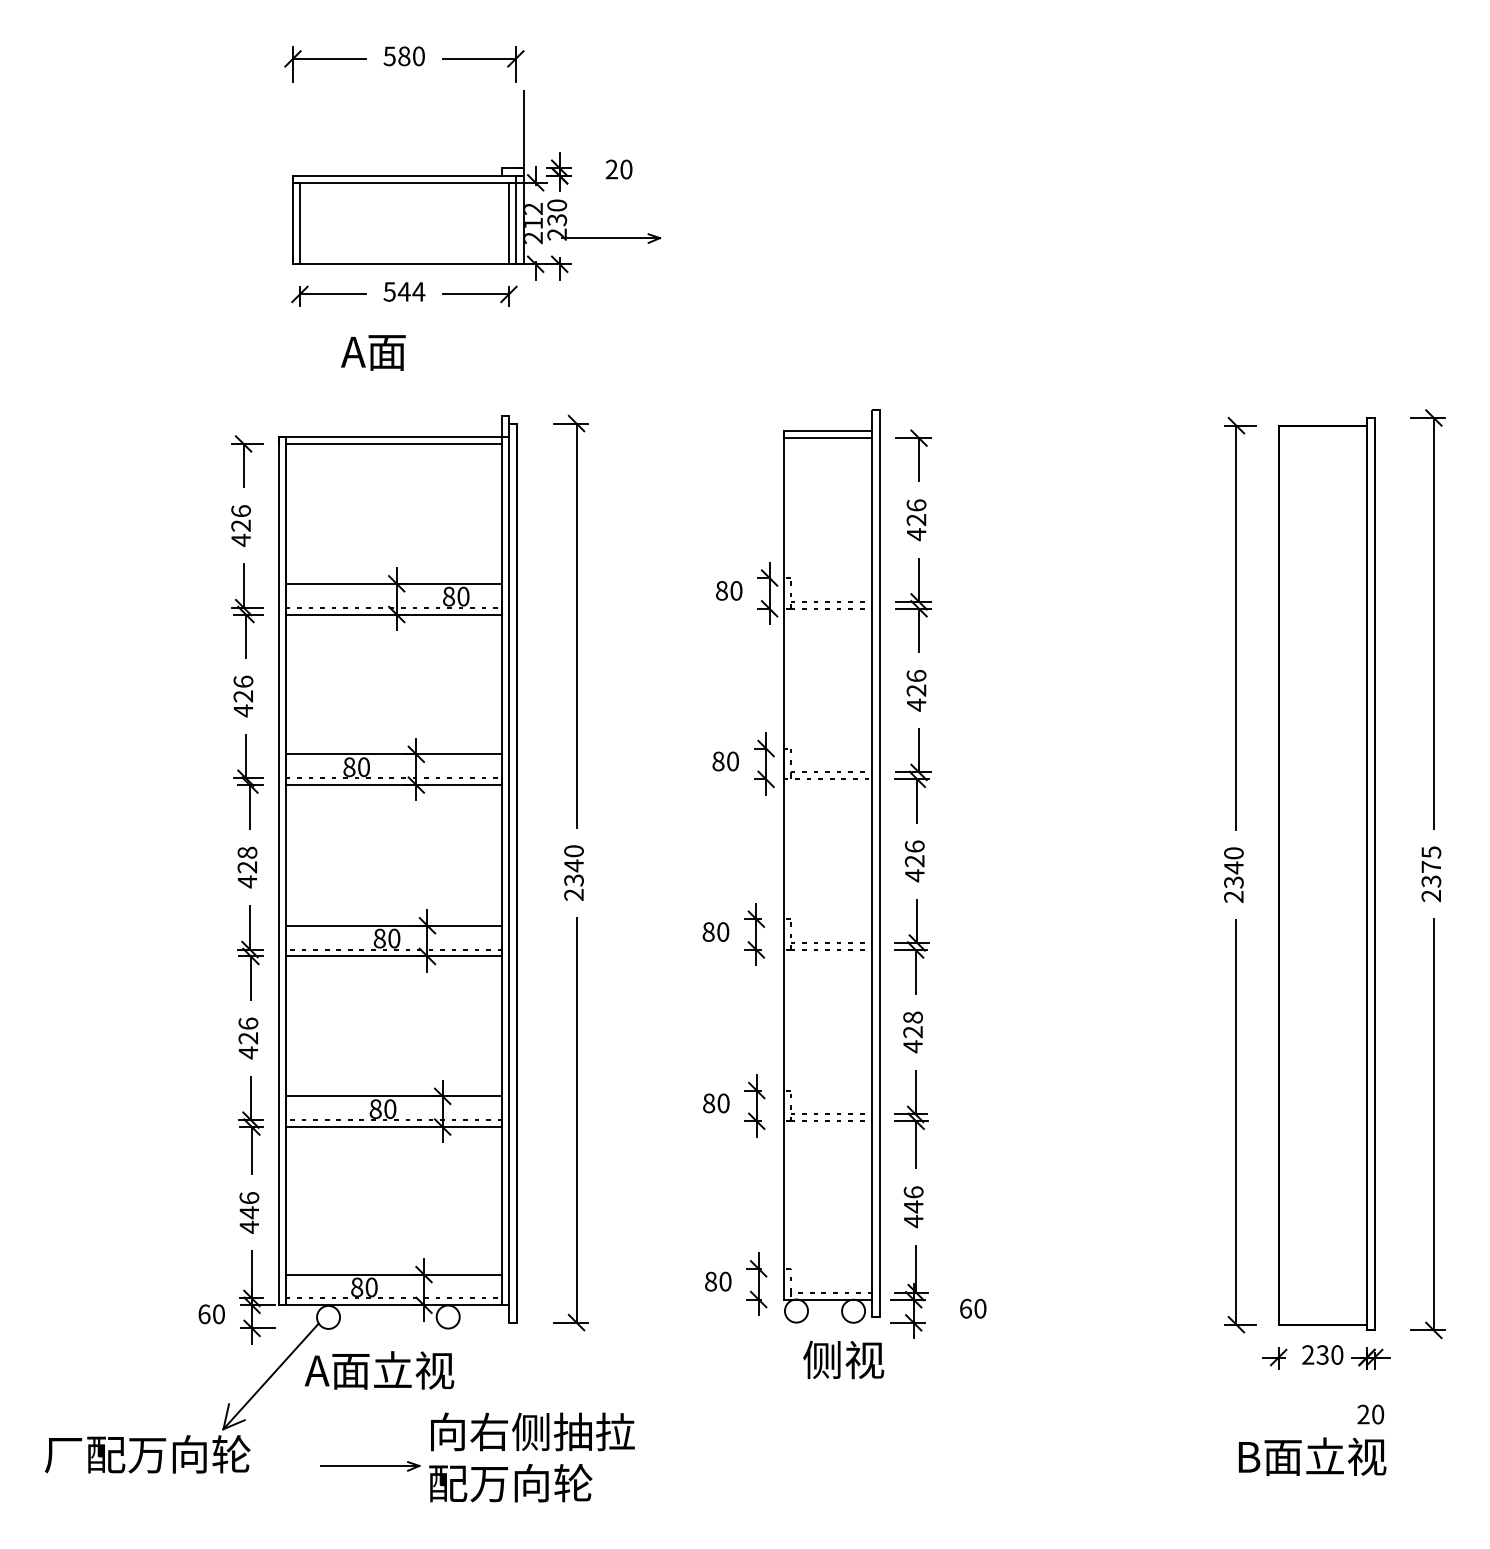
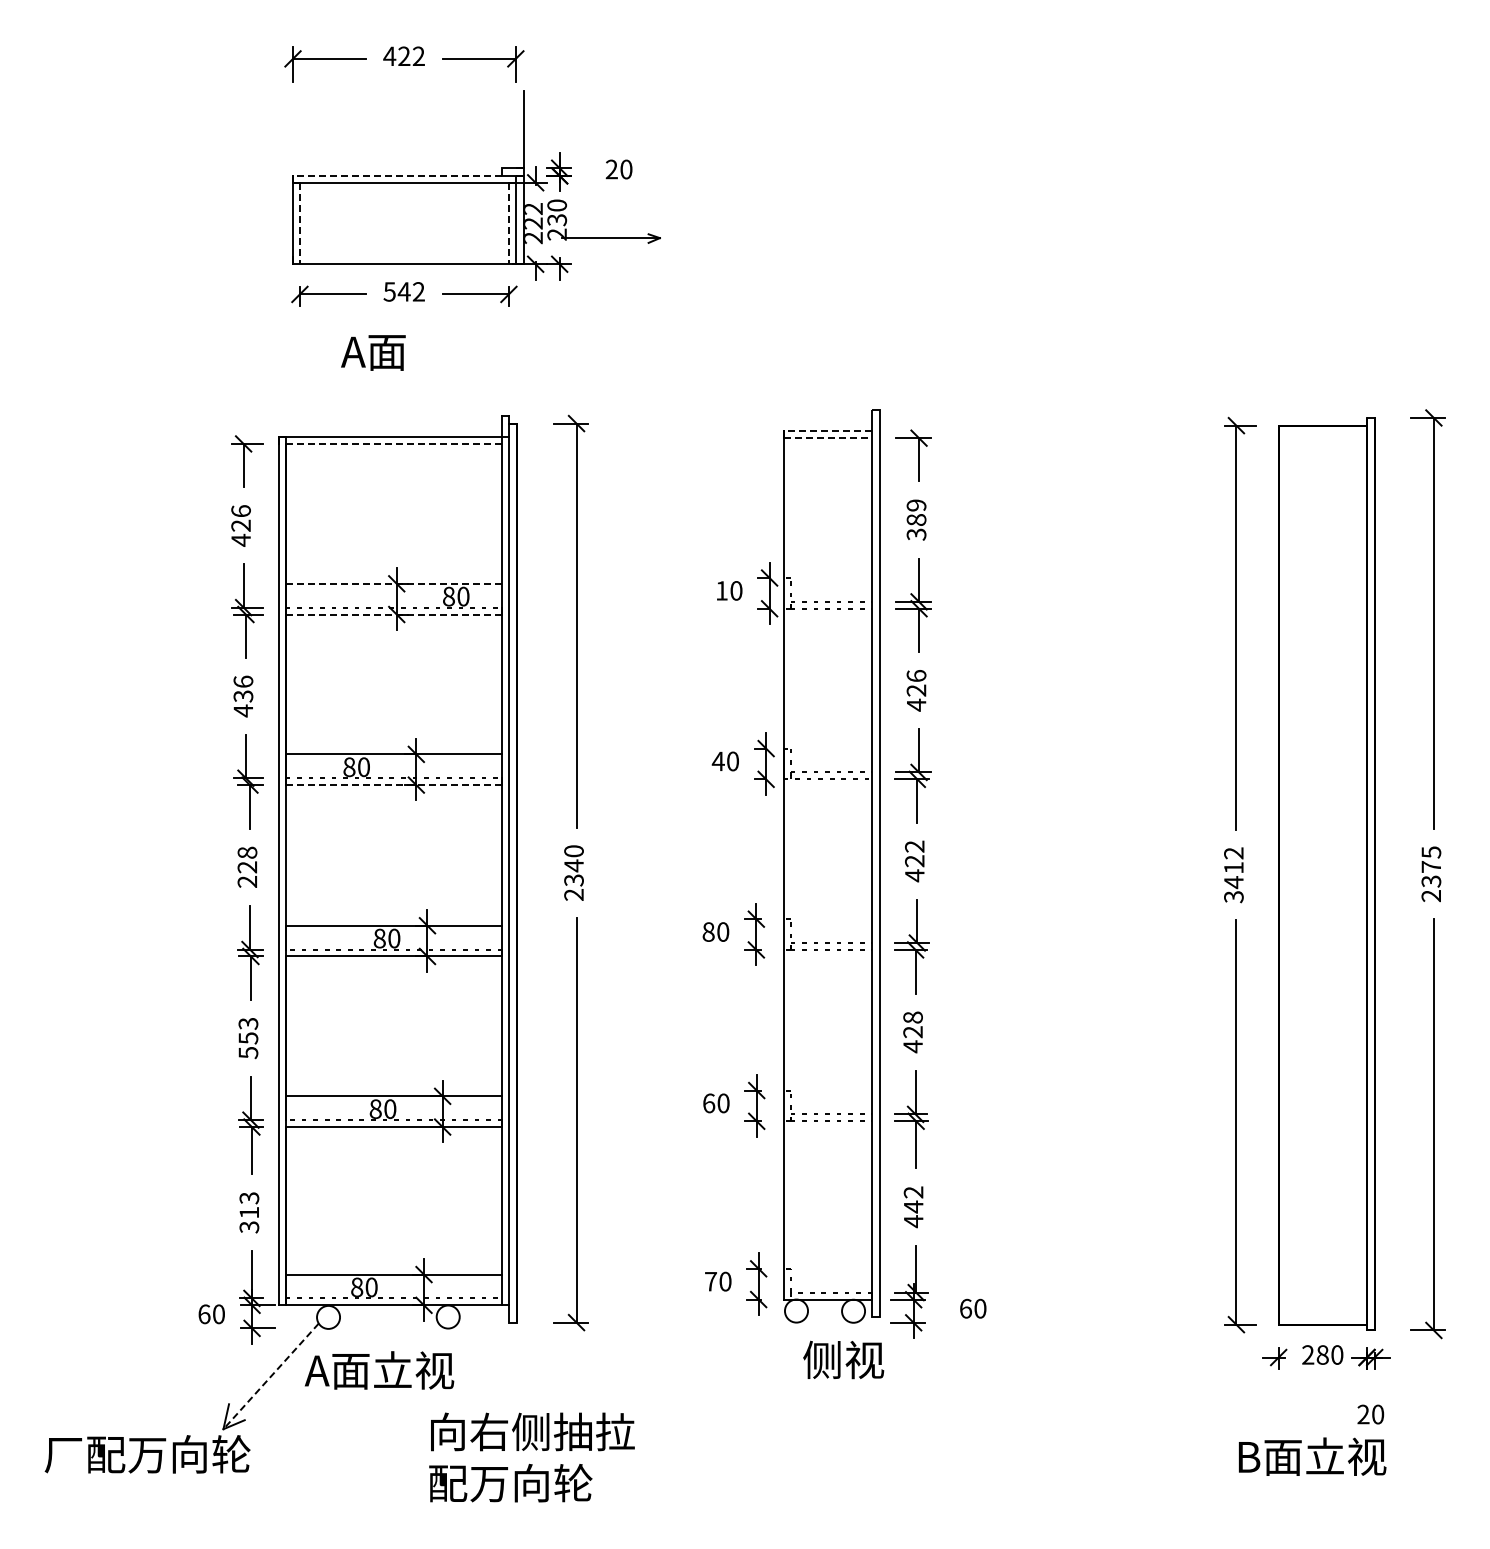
text at (403, 56): 580 -> 422
line at (397, 175): solid -> dashed
line at (299, 223): solid -> dashed
line at (508, 223): solid -> dashed
text at (533, 223): 212 -> 222
text at (418, 291): 544 -> 542
line at (827, 431): solid -> dashed
line at (828, 438): solid -> dashed
line at (394, 443): solid -> dashed
text at (916, 520): 426 -> 389
line at (394, 583): solid -> dashed
text at (721, 590): 80 -> 10
line at (393, 614): solid -> dashed
text at (243, 696): 426 -> 436
text at (717, 761): 80 -> 40
line at (393, 785): solid -> dashed
text at (914, 846): 426 -> 422
text at (1233, 875): 2340 -> 3412
text at (247, 881): 428 -> 228
text at (248, 1038): 426 -> 553
text at (709, 1103): 80 -> 60
text at (913, 1192): 446 -> 442
text at (249, 1212): 446 -> 313
text at (711, 1281): 80 -> 70
text at (1322, 1354): 230 -> 280
line at (270, 1376): solid -> dashed
part at (370, 1466): present -> none
